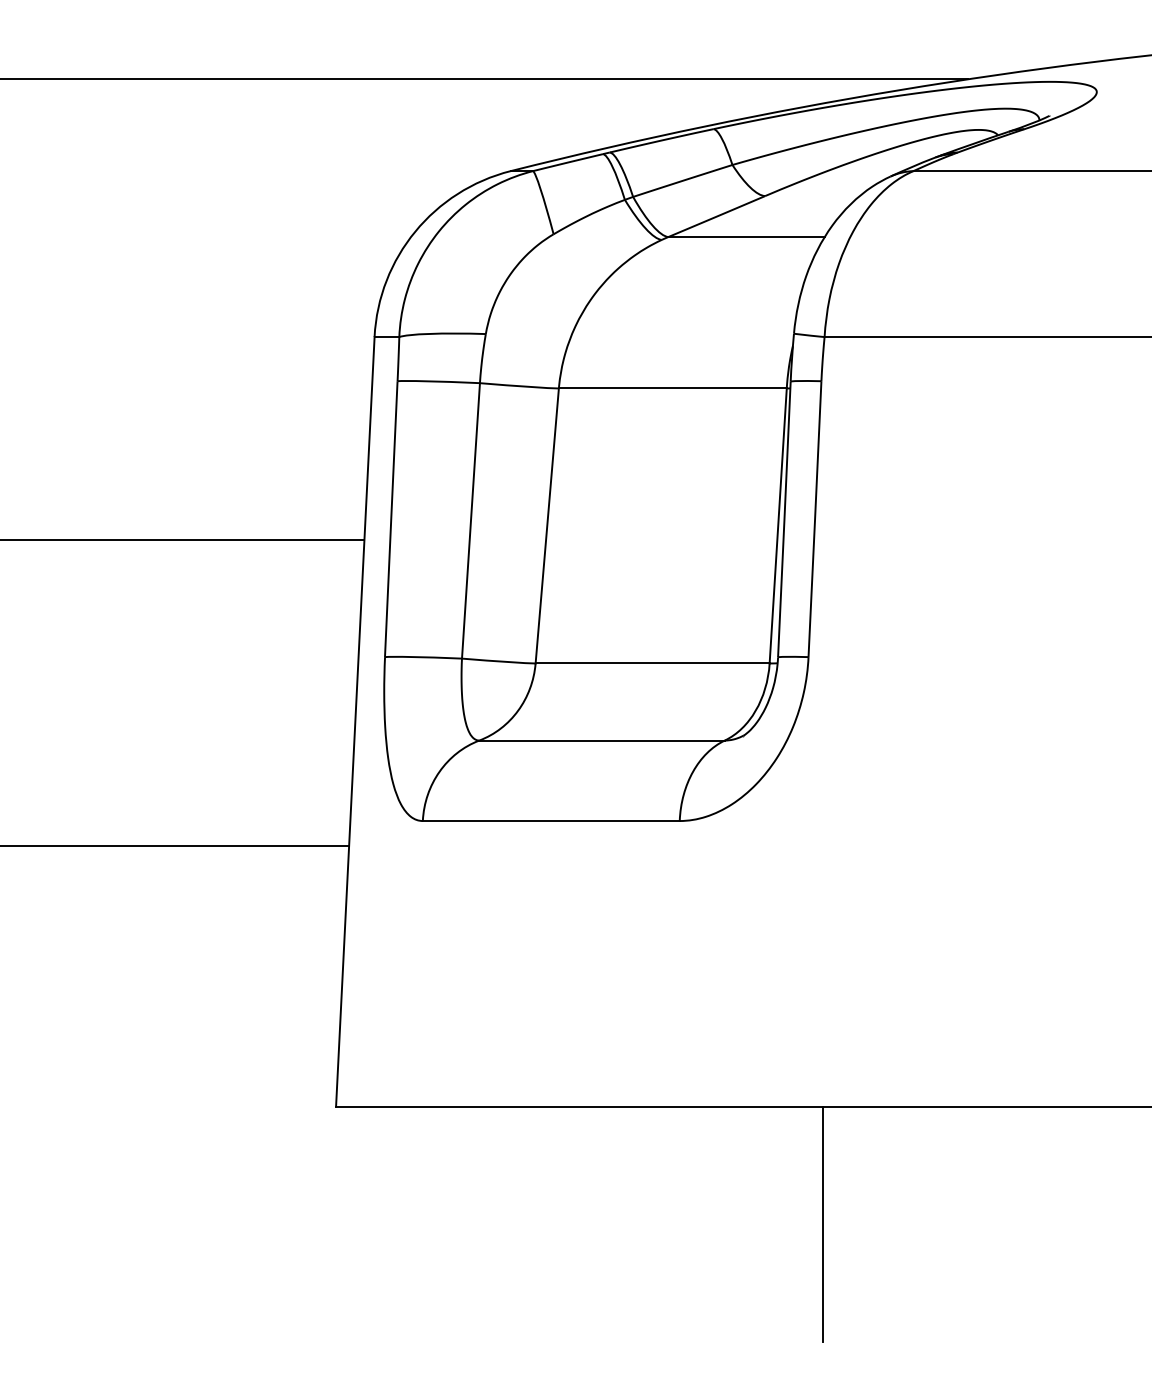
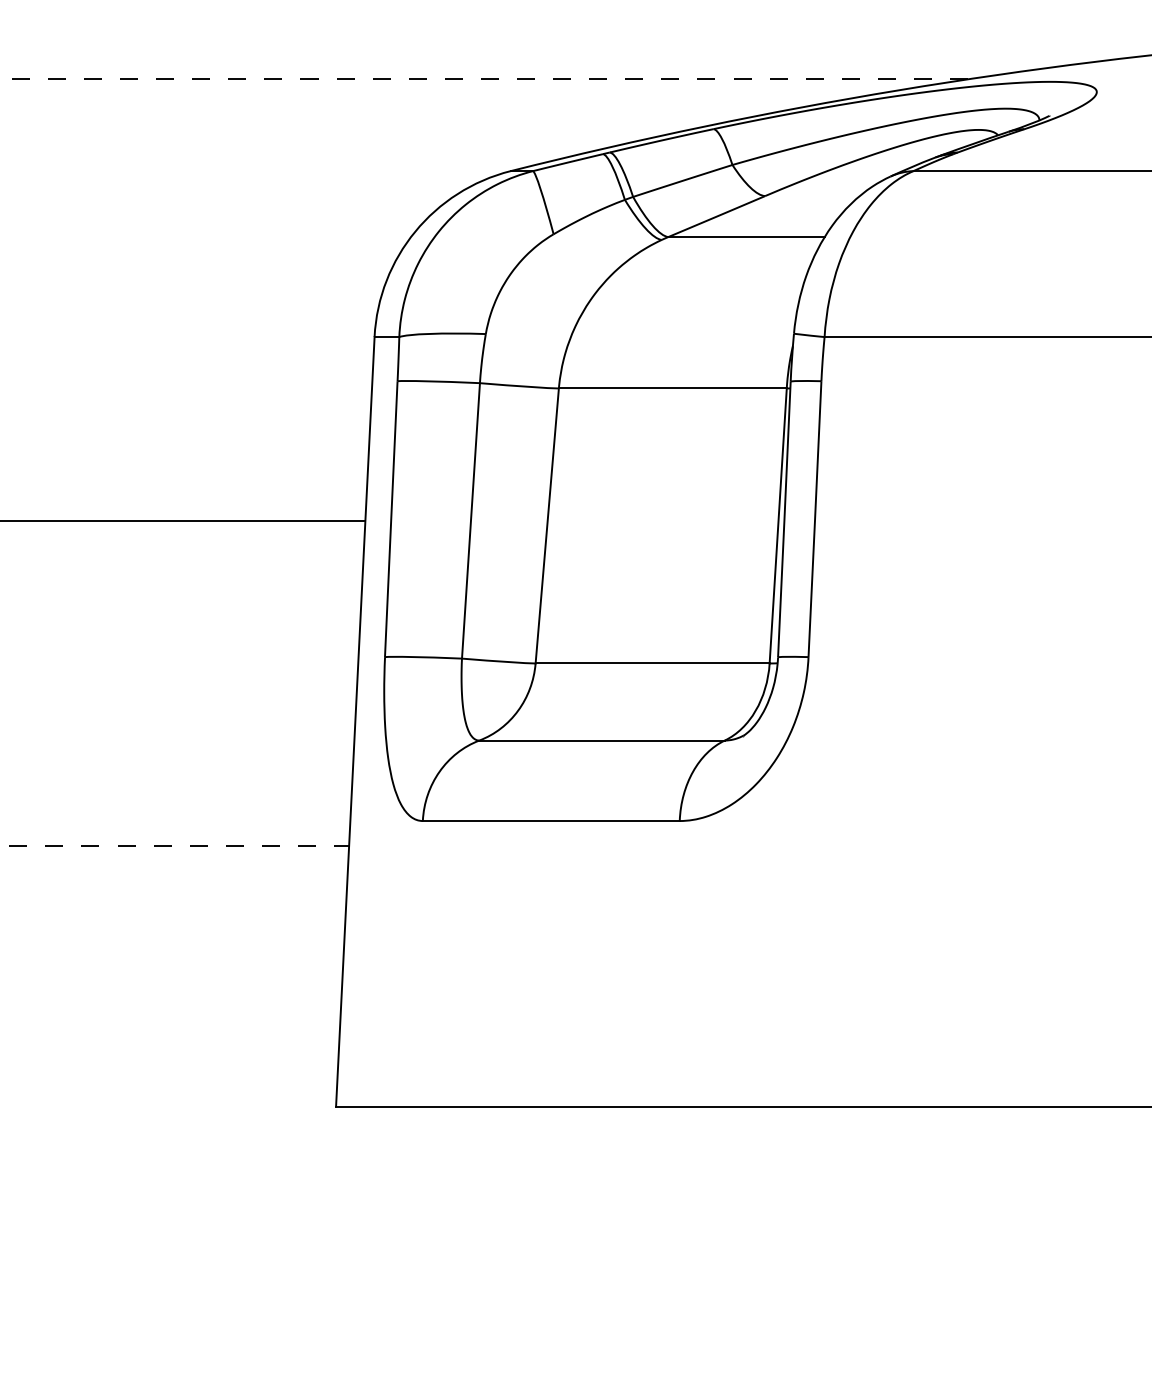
line at (484, 79): solid -> dashed
line at (183, 540) position: (183, 540) -> (183, 521)
line at (175, 845): solid -> dashed
line at (823, 1224): present -> none
